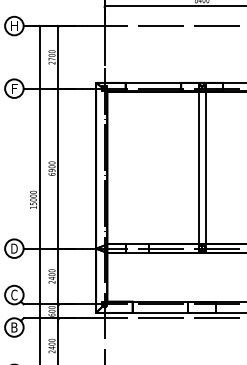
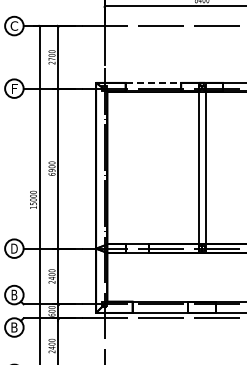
text at (14, 25): H -> C
line at (153, 82): solid -> dashed
text at (14, 294): C -> B
